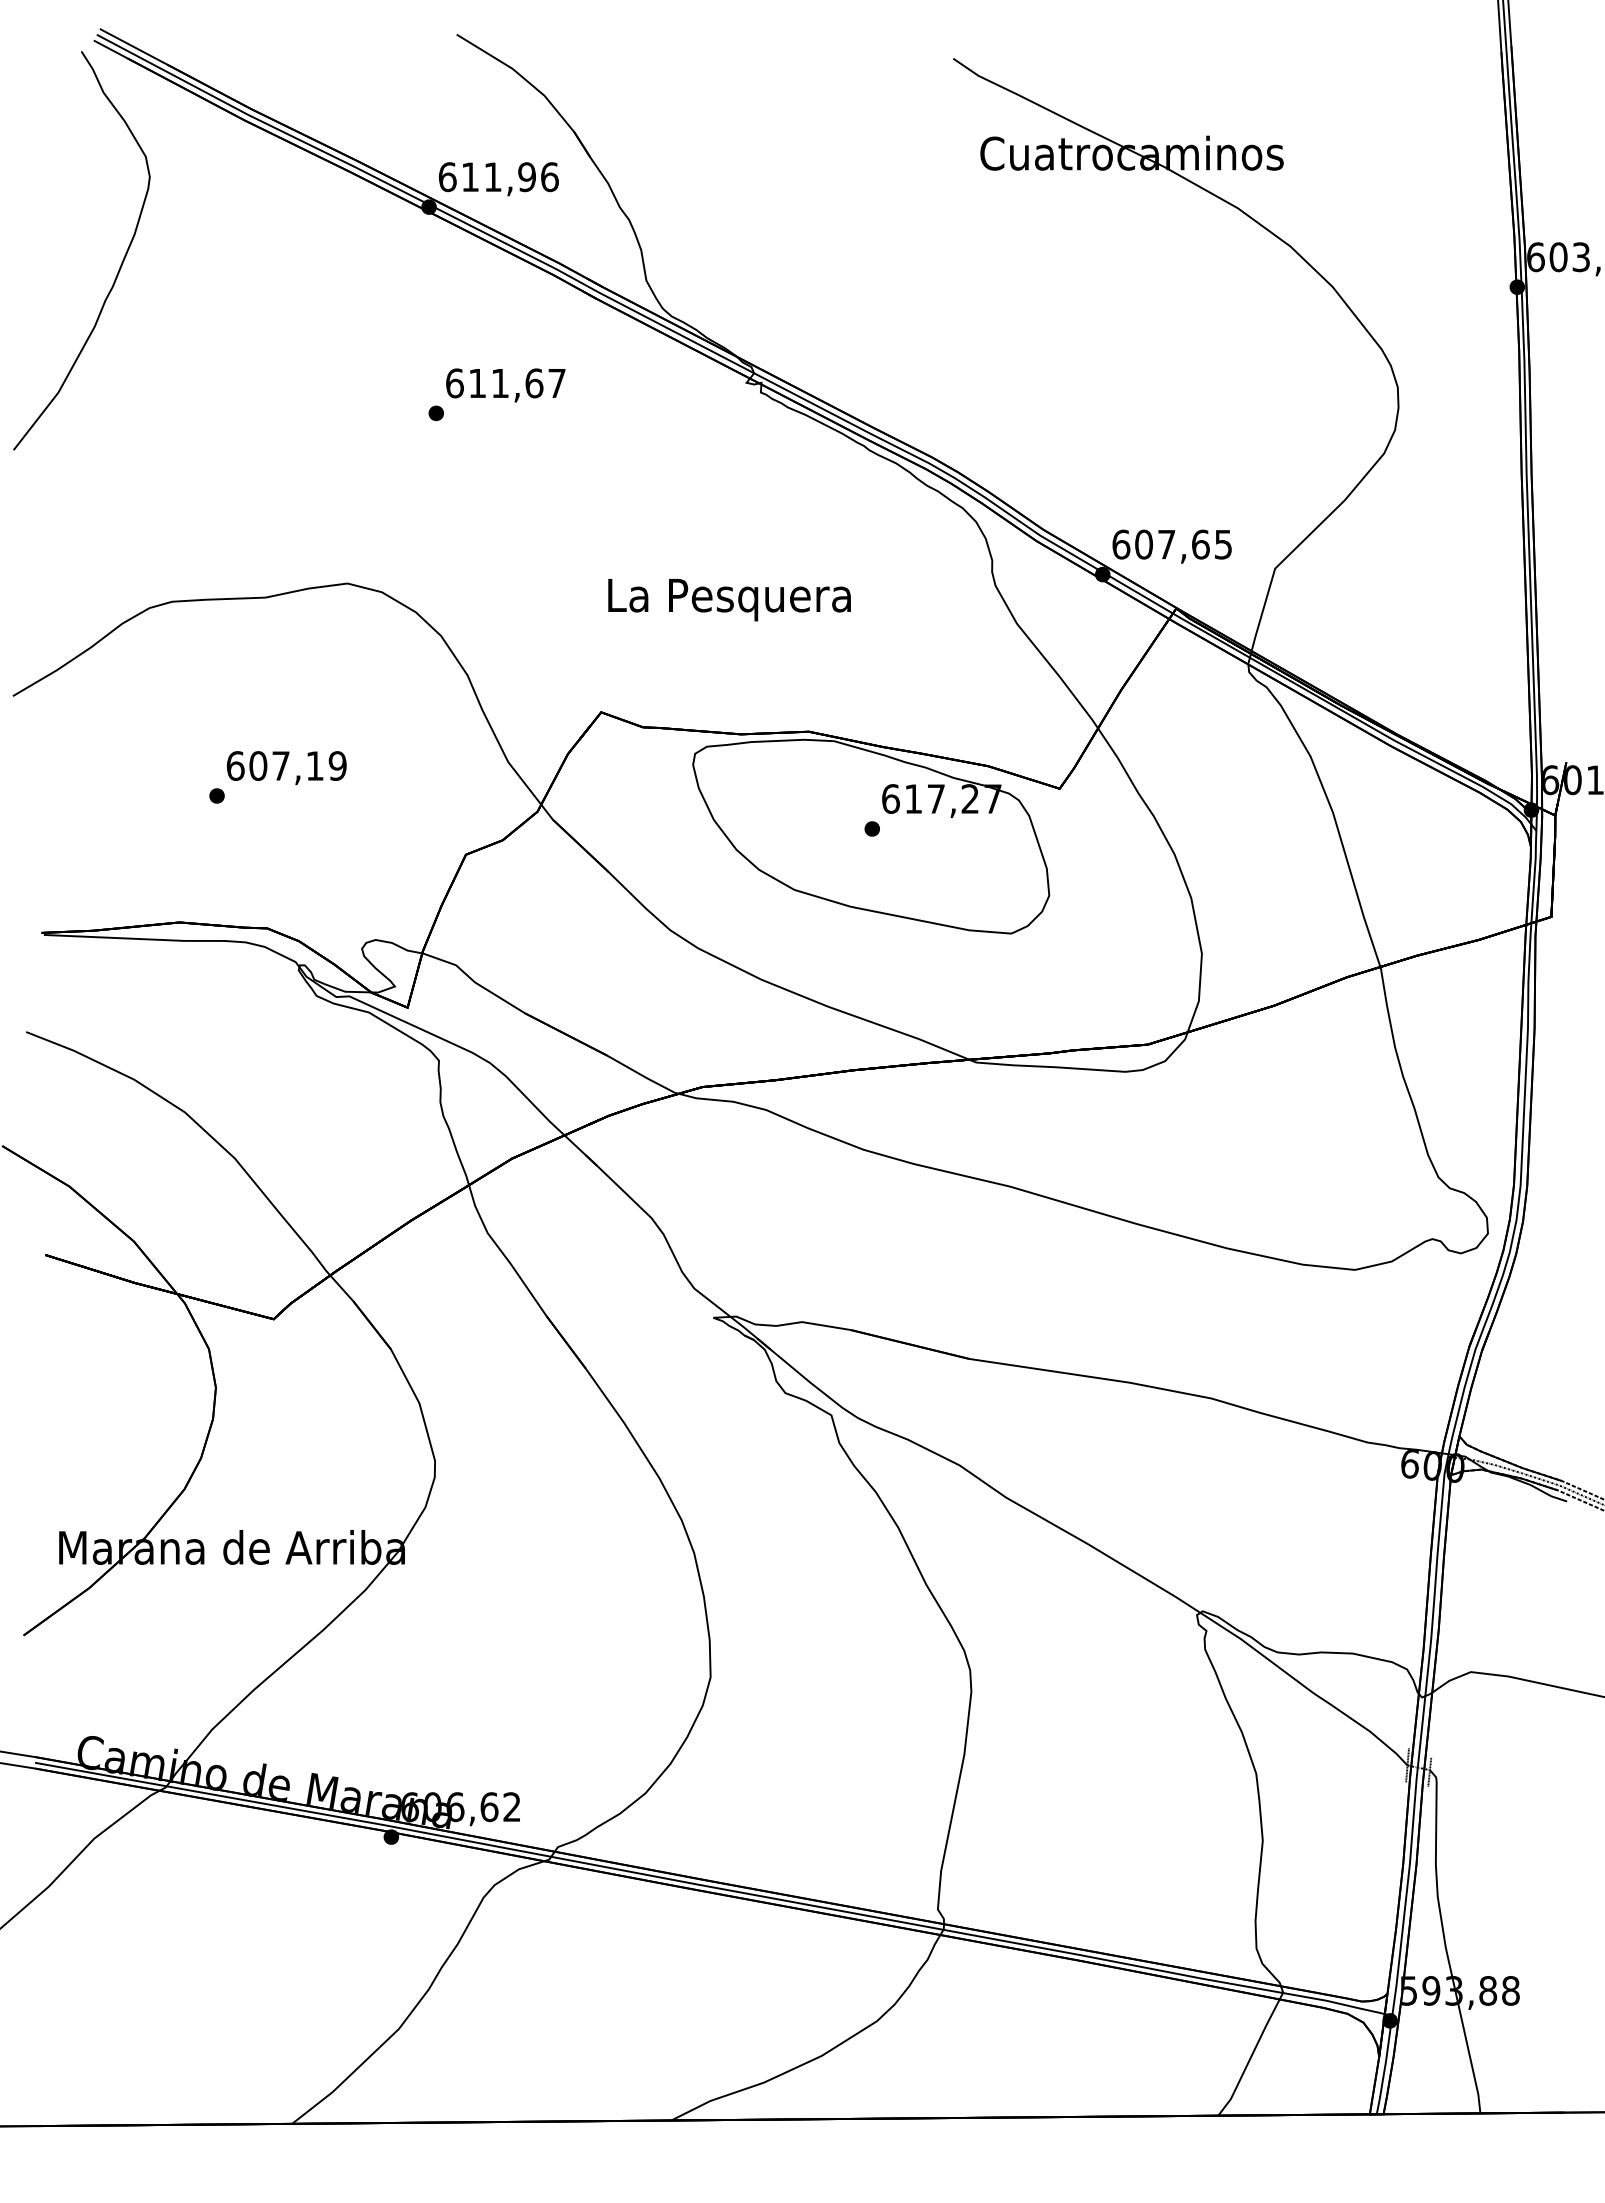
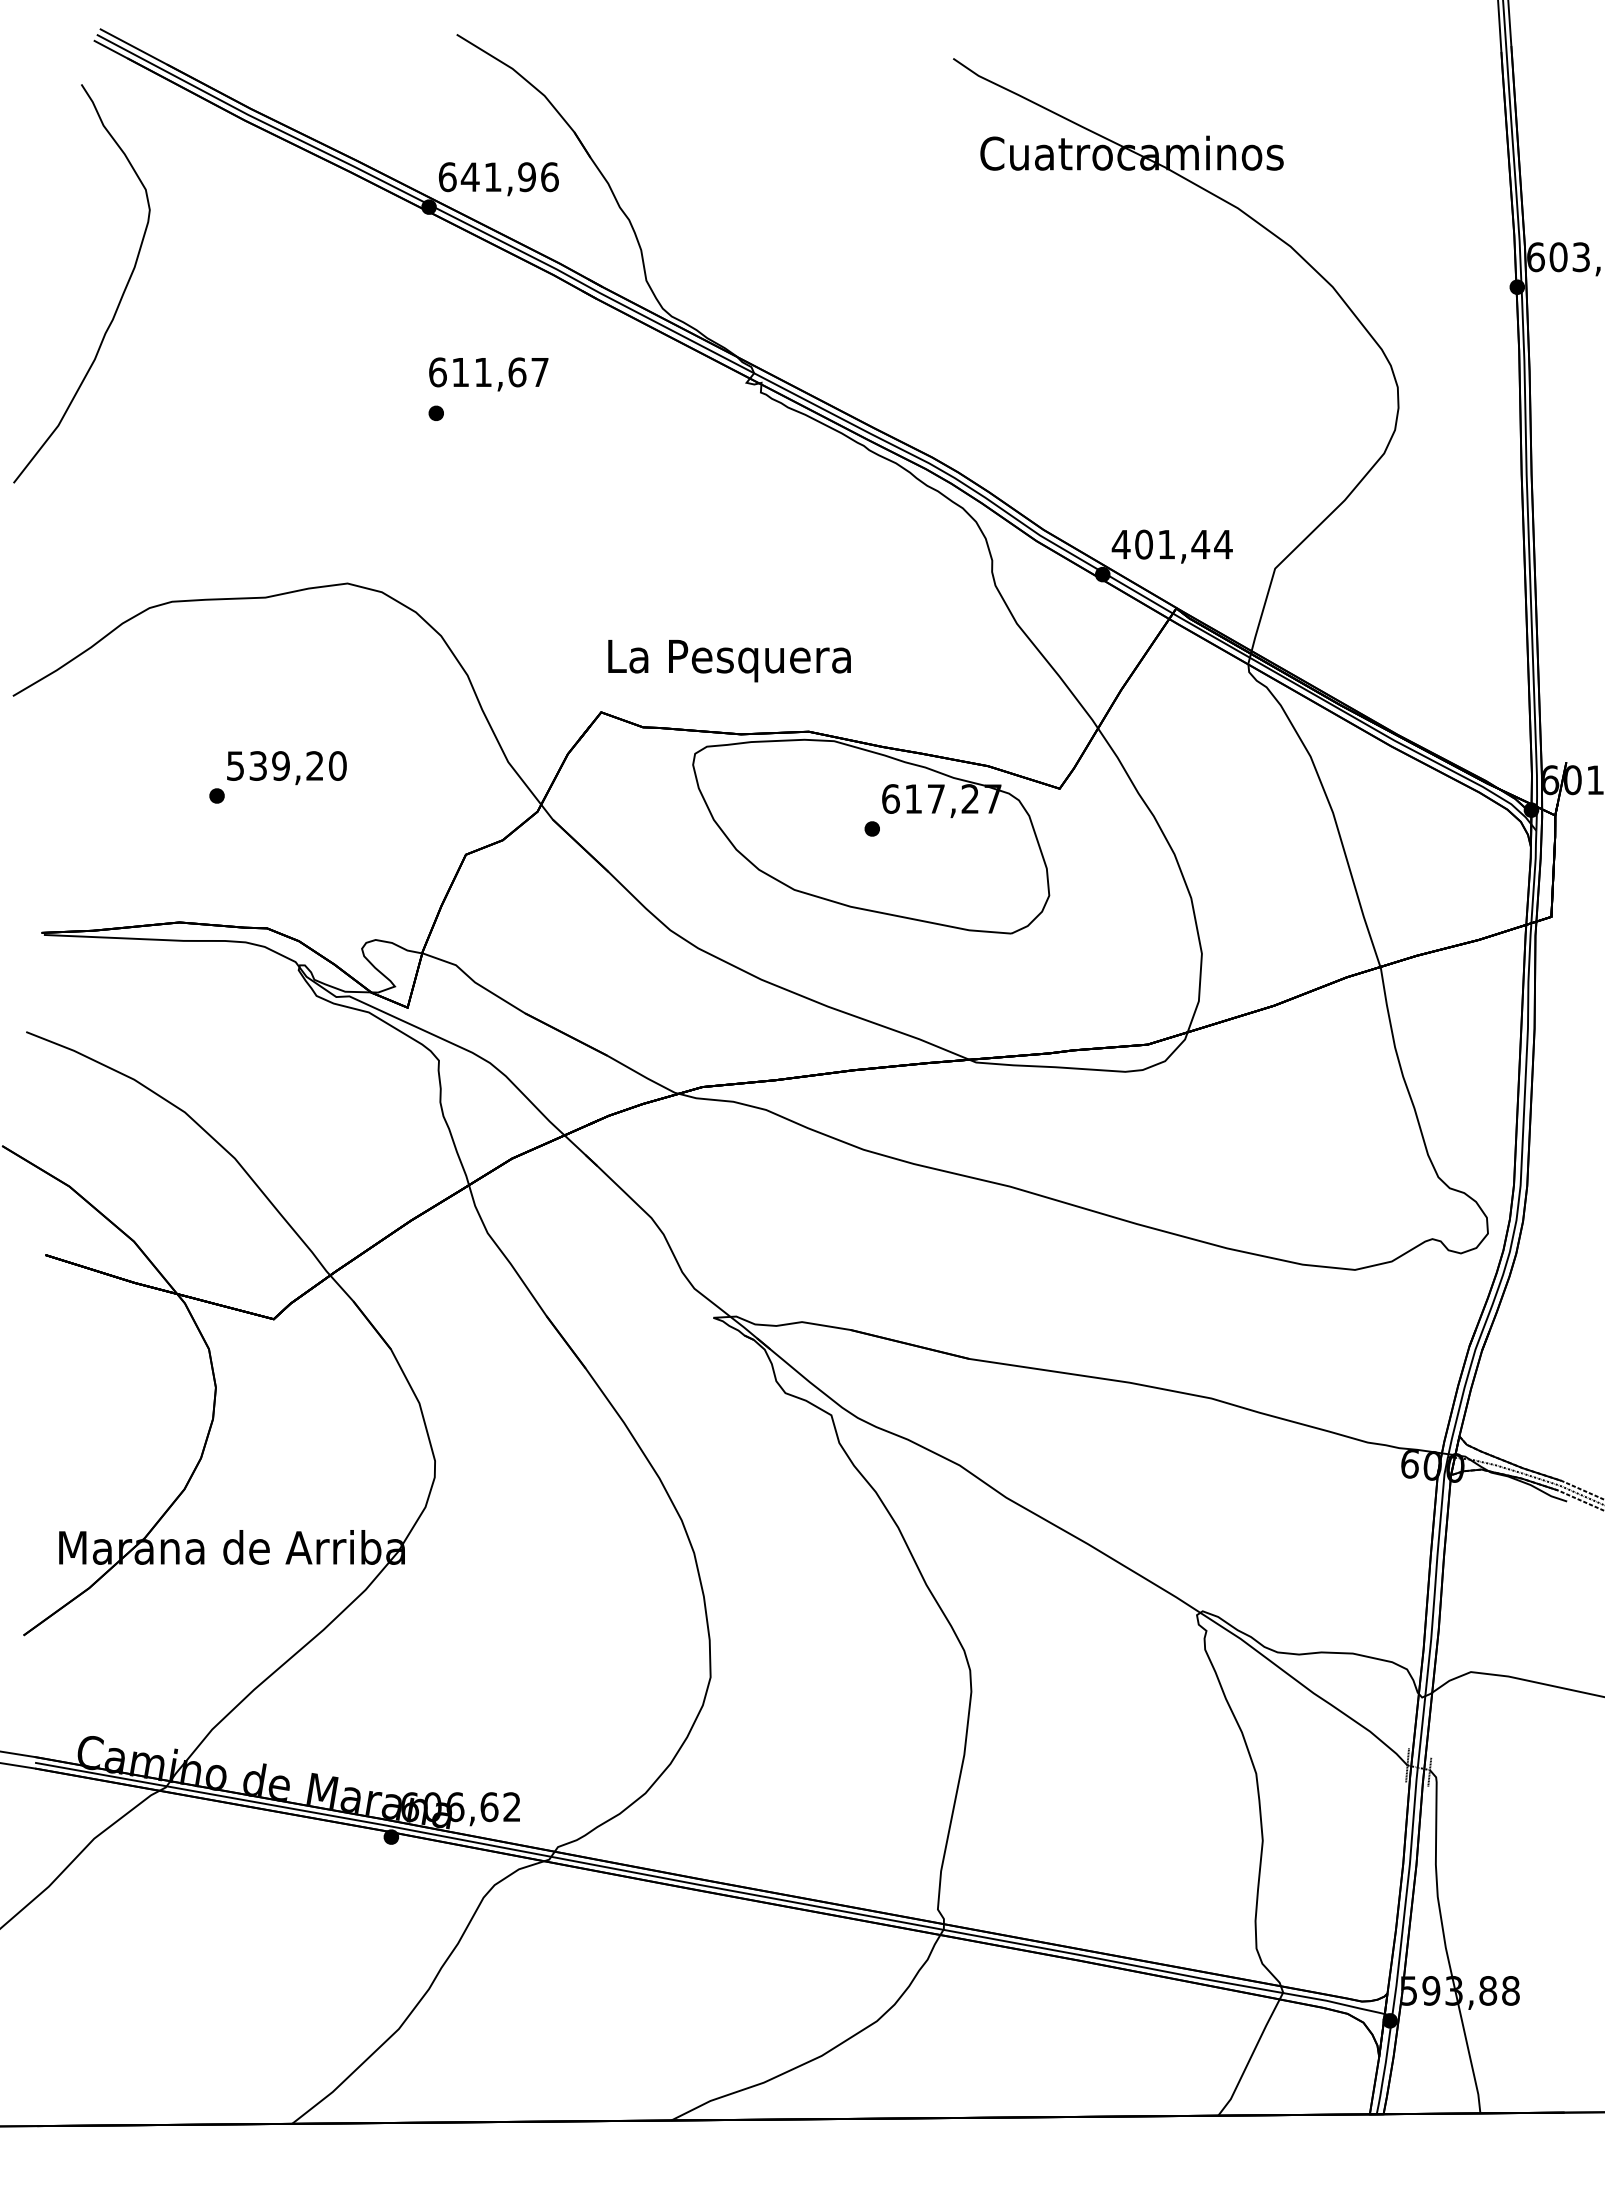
text at (469, 176): 611,96 -> 641,96
curve at (120, 264) position: (120, 264) -> (120, 297)
text at (505, 385) position: (505, 385) -> (488, 374)
text at (1171, 544): 607,65 -> 401,44
text at (729, 600) position: (729, 600) -> (729, 661)
text at (286, 765): 607,19 -> 539,20
